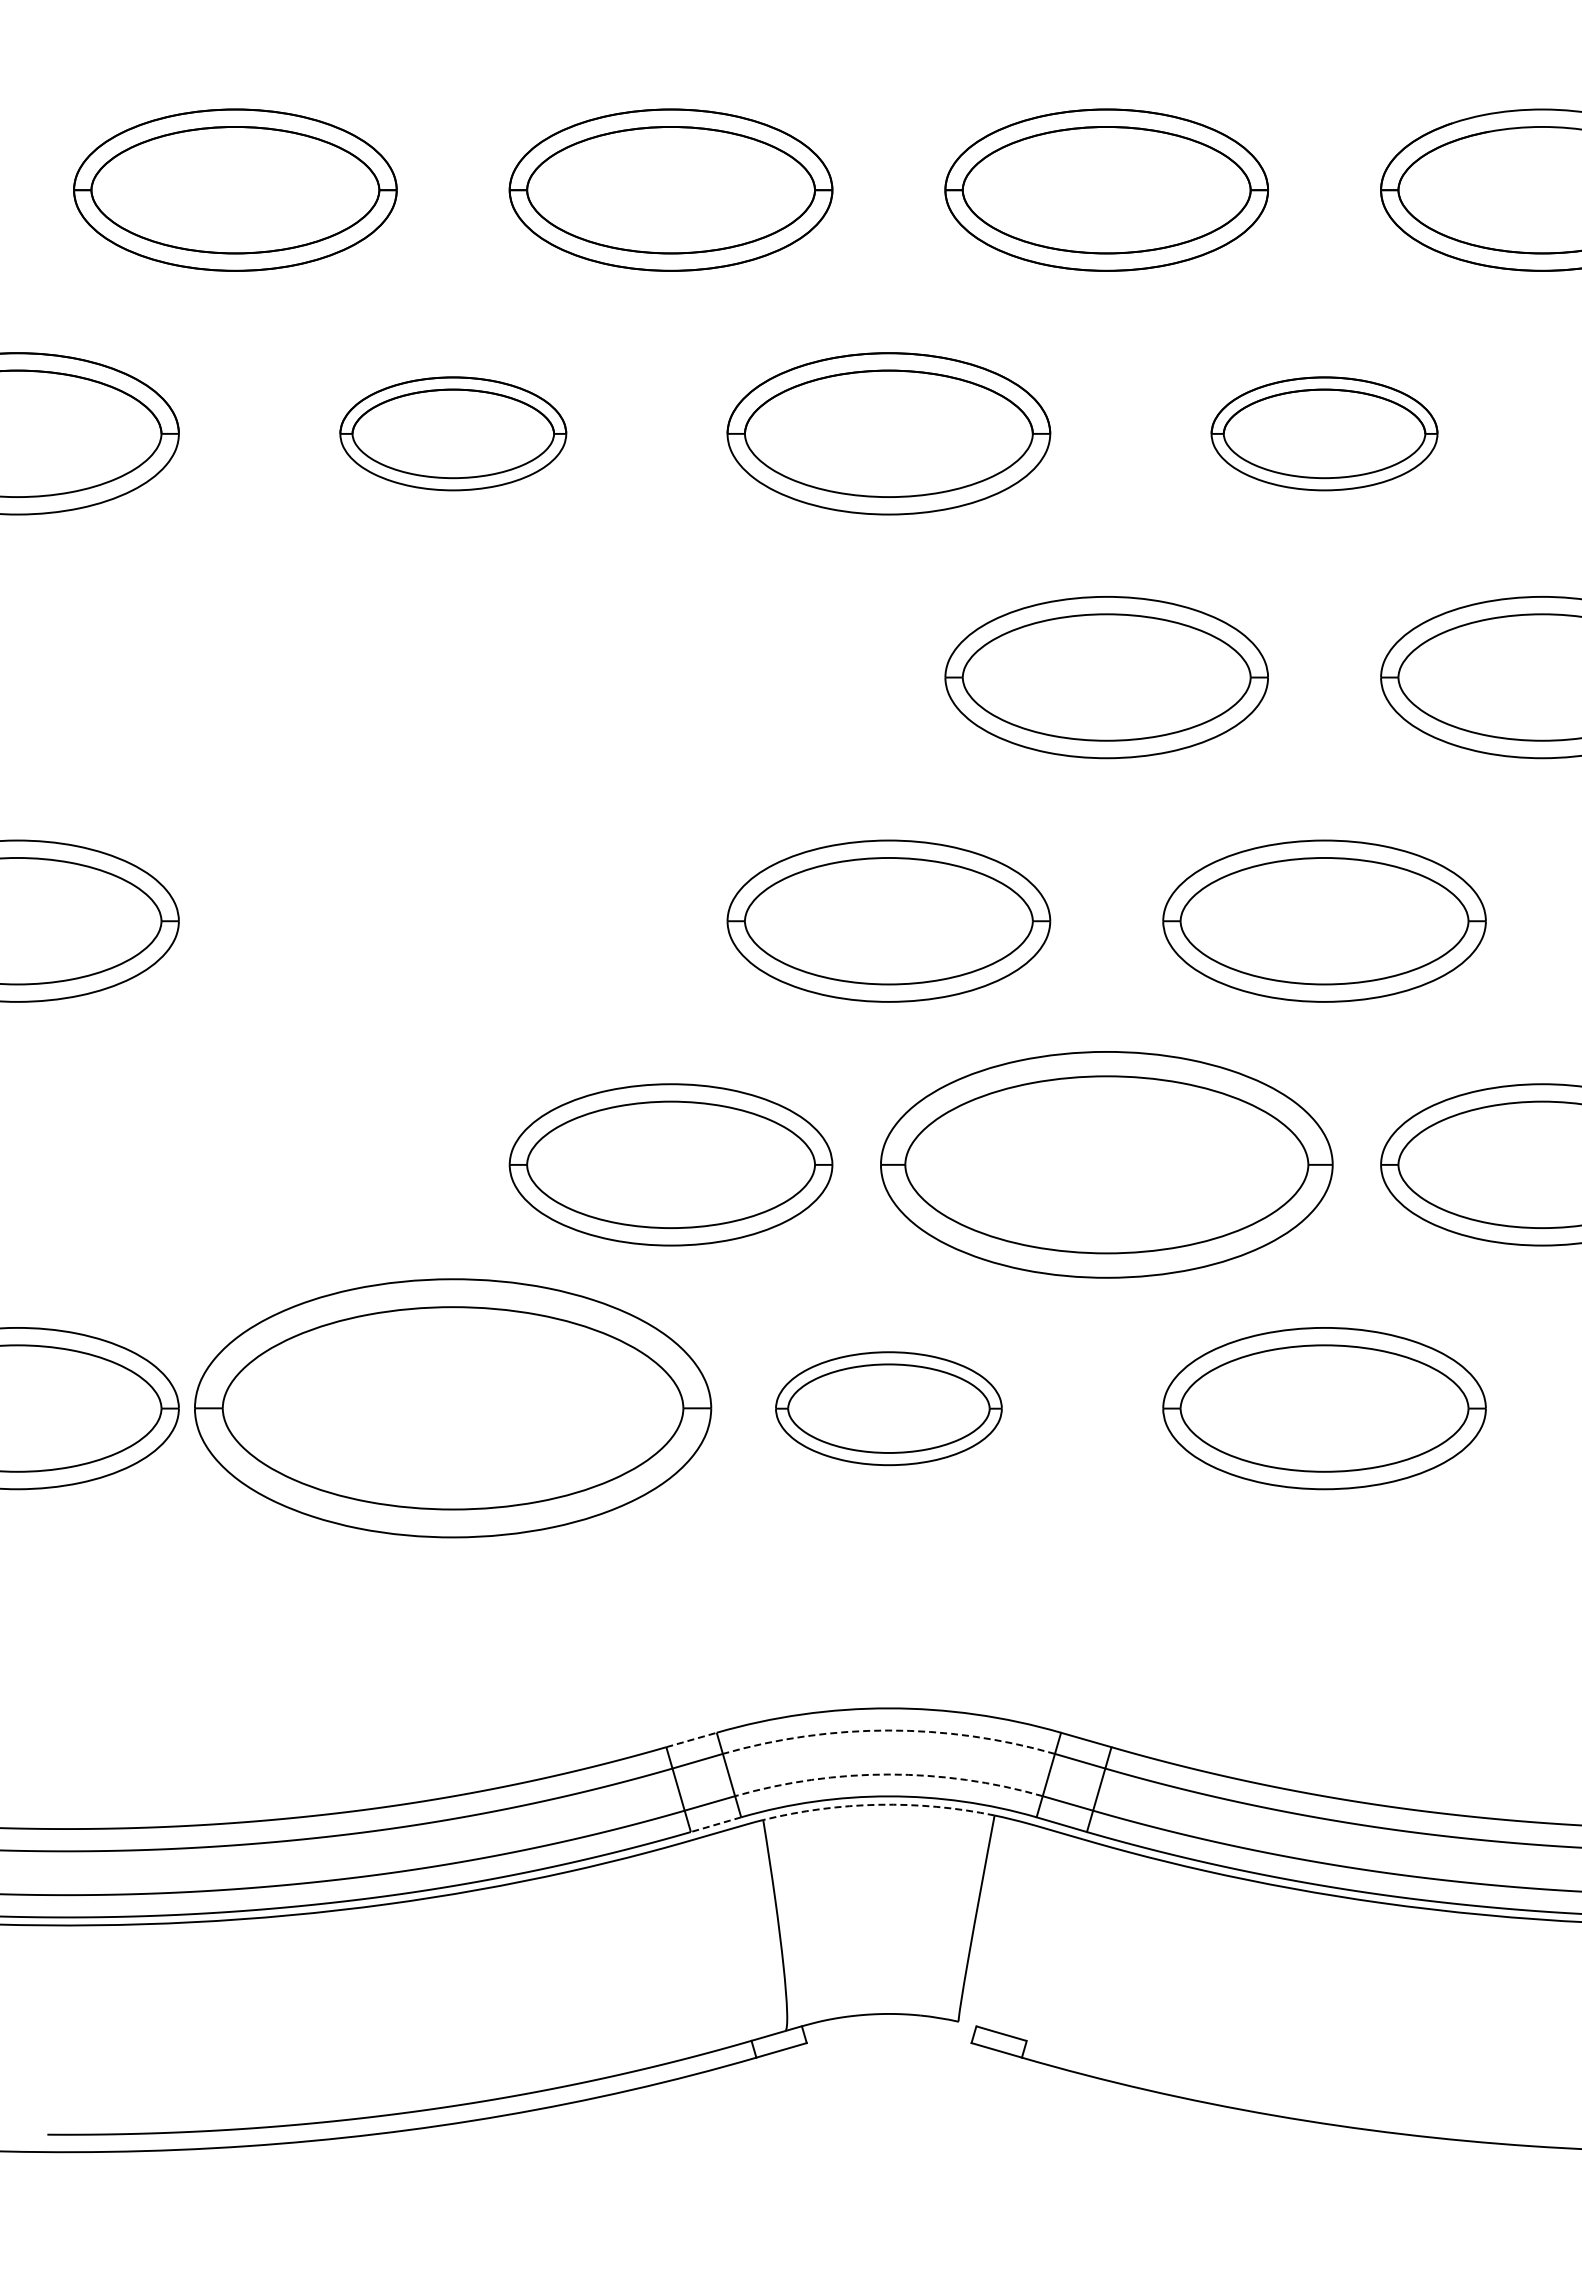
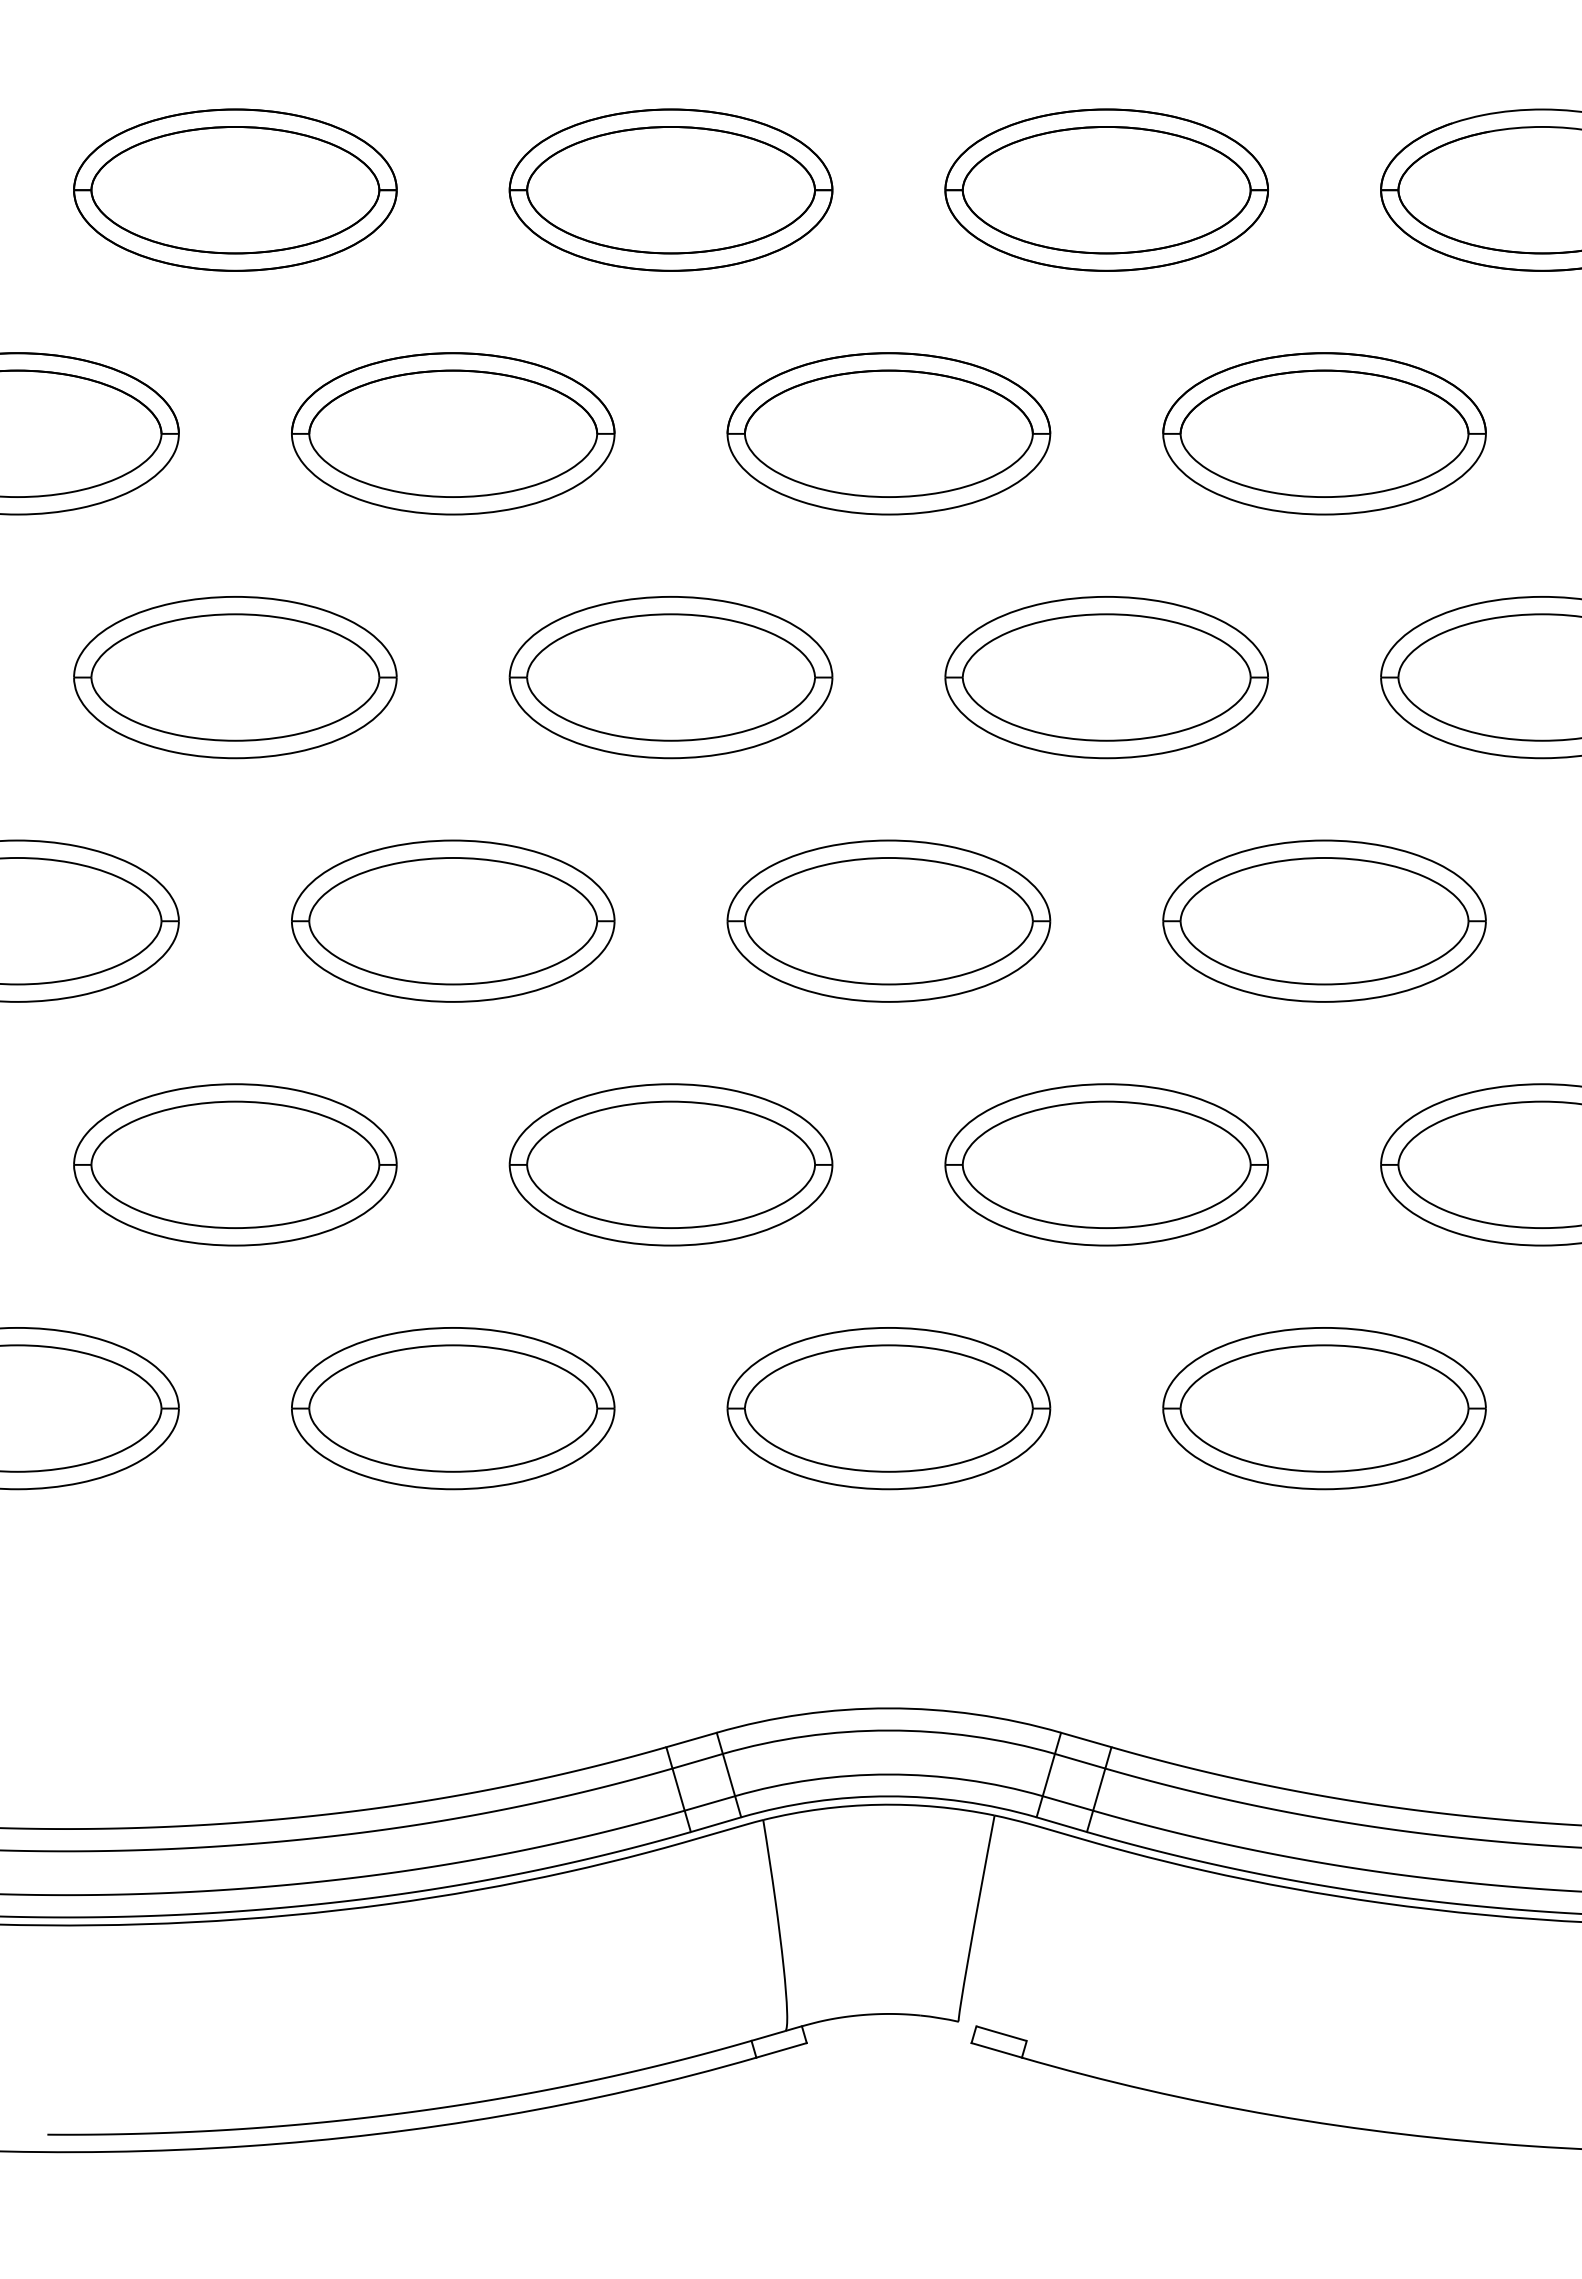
part at (453, 433) size: 229x116 px -> 325x164 px
part at (1324, 433) size: 229x116 px -> 325x164 px
part at (235, 677): none -> present
part at (670, 677): none -> present
part at (453, 920): none -> present
part at (235, 1164): none -> present
part at (1106, 1164) size: 454x228 px -> 325x164 px
part at (453, 1408) size: 519x261 px -> 325x164 px
part at (888, 1408) size: 228x116 px -> 326x164 px
arc at (888, 1730): dashed -> solid
line at (692, 1739): dashed -> solid
arc at (888, 1774): dashed -> solid
arc at (878, 1804): dashed -> solid
line at (715, 1824): dashed -> solid
